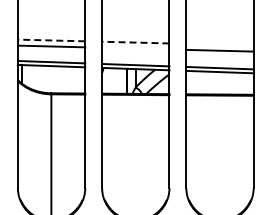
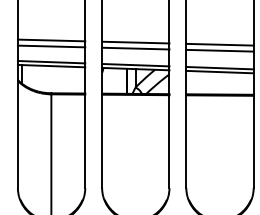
line at (51, 40): dashed -> solid
line at (135, 42): dashed -> solid
line at (219, 44): none -> present
line at (135, 48): none -> present
